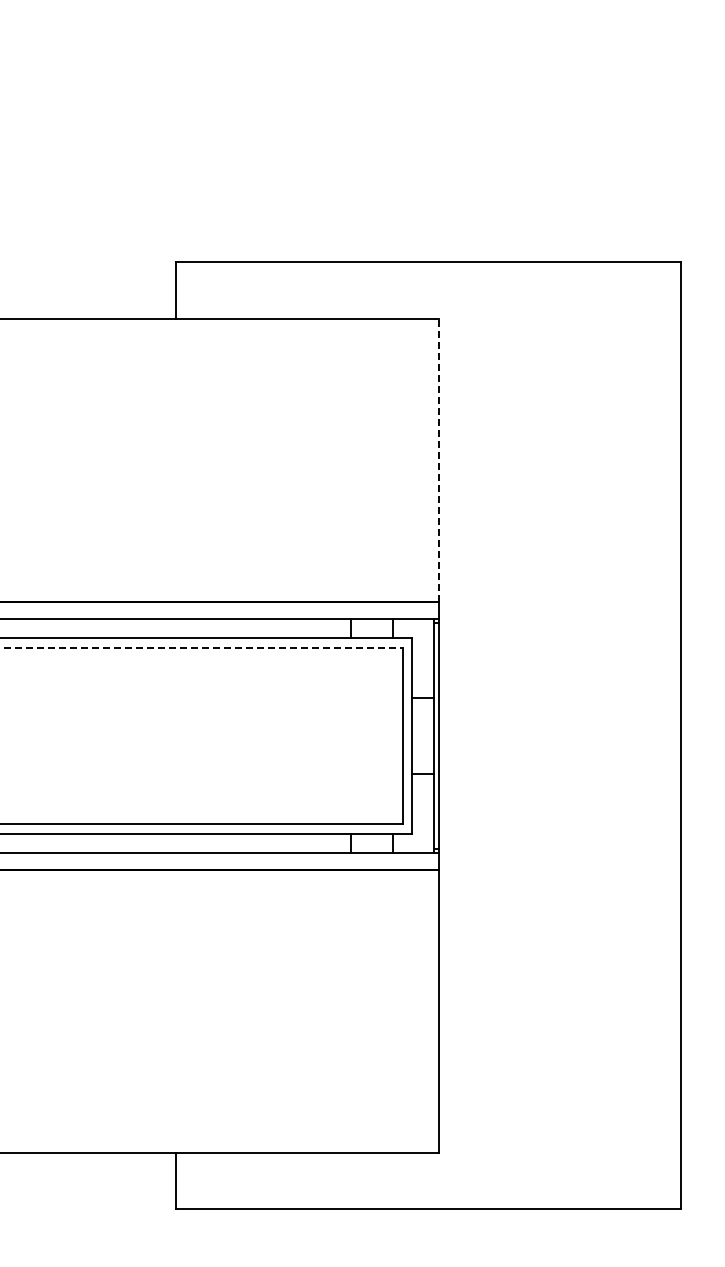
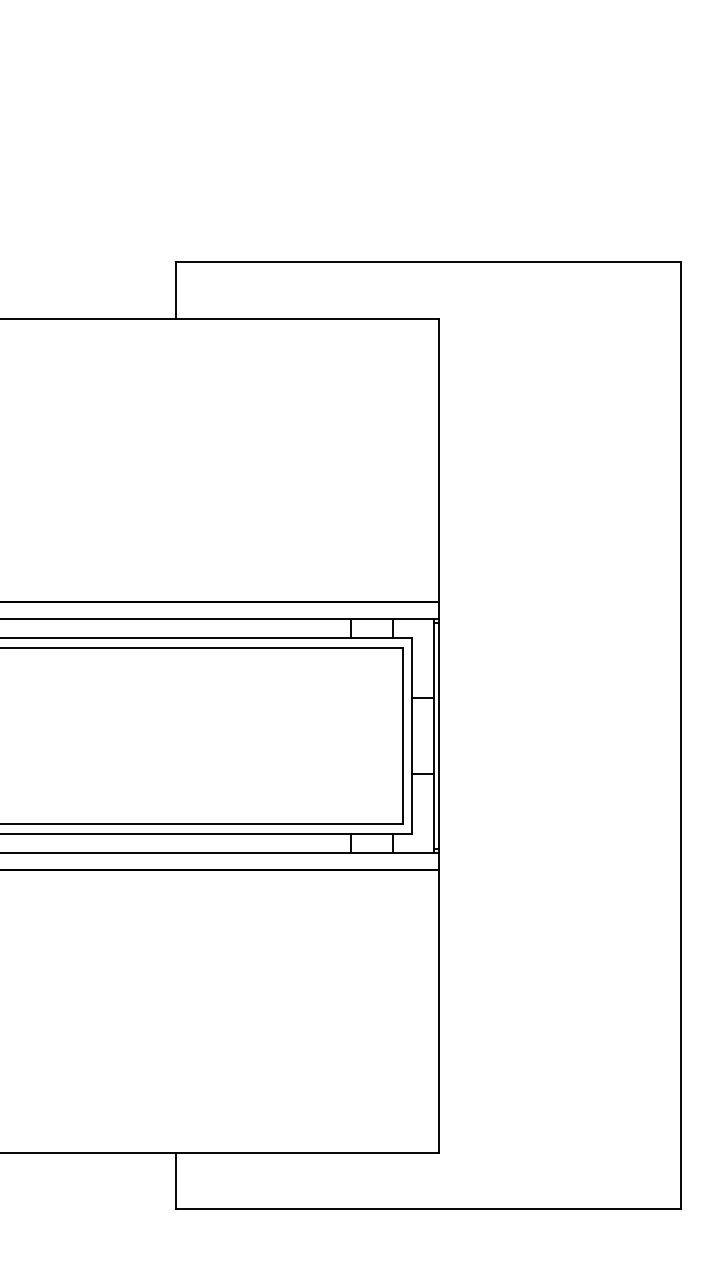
line at (438, 459): dashed -> solid
line at (202, 647): dashed -> solid
